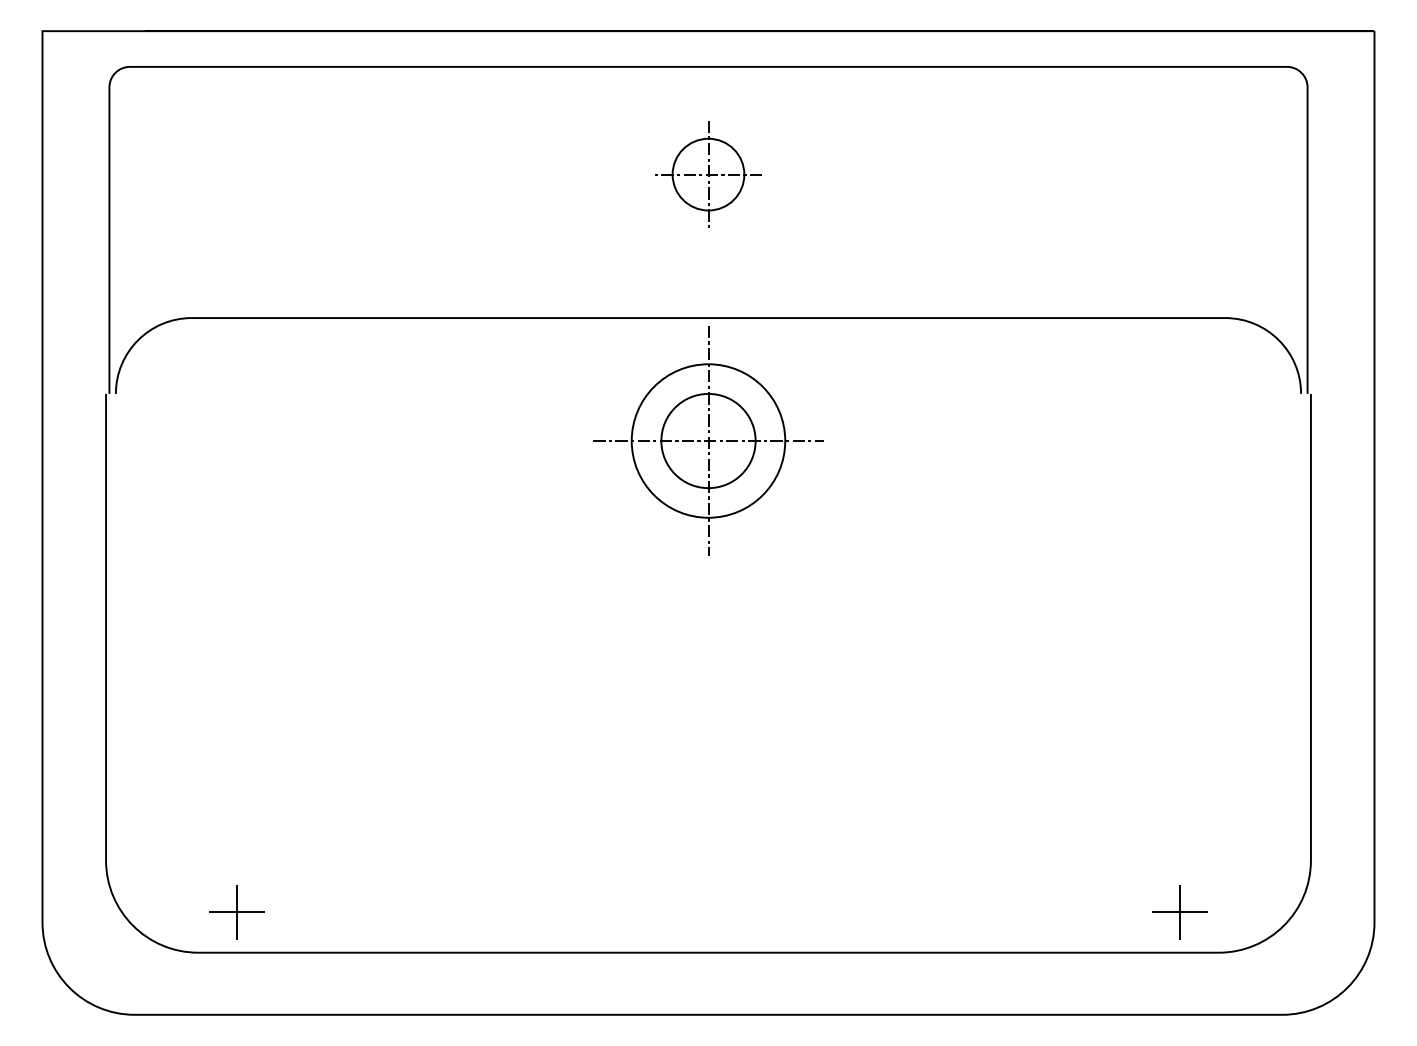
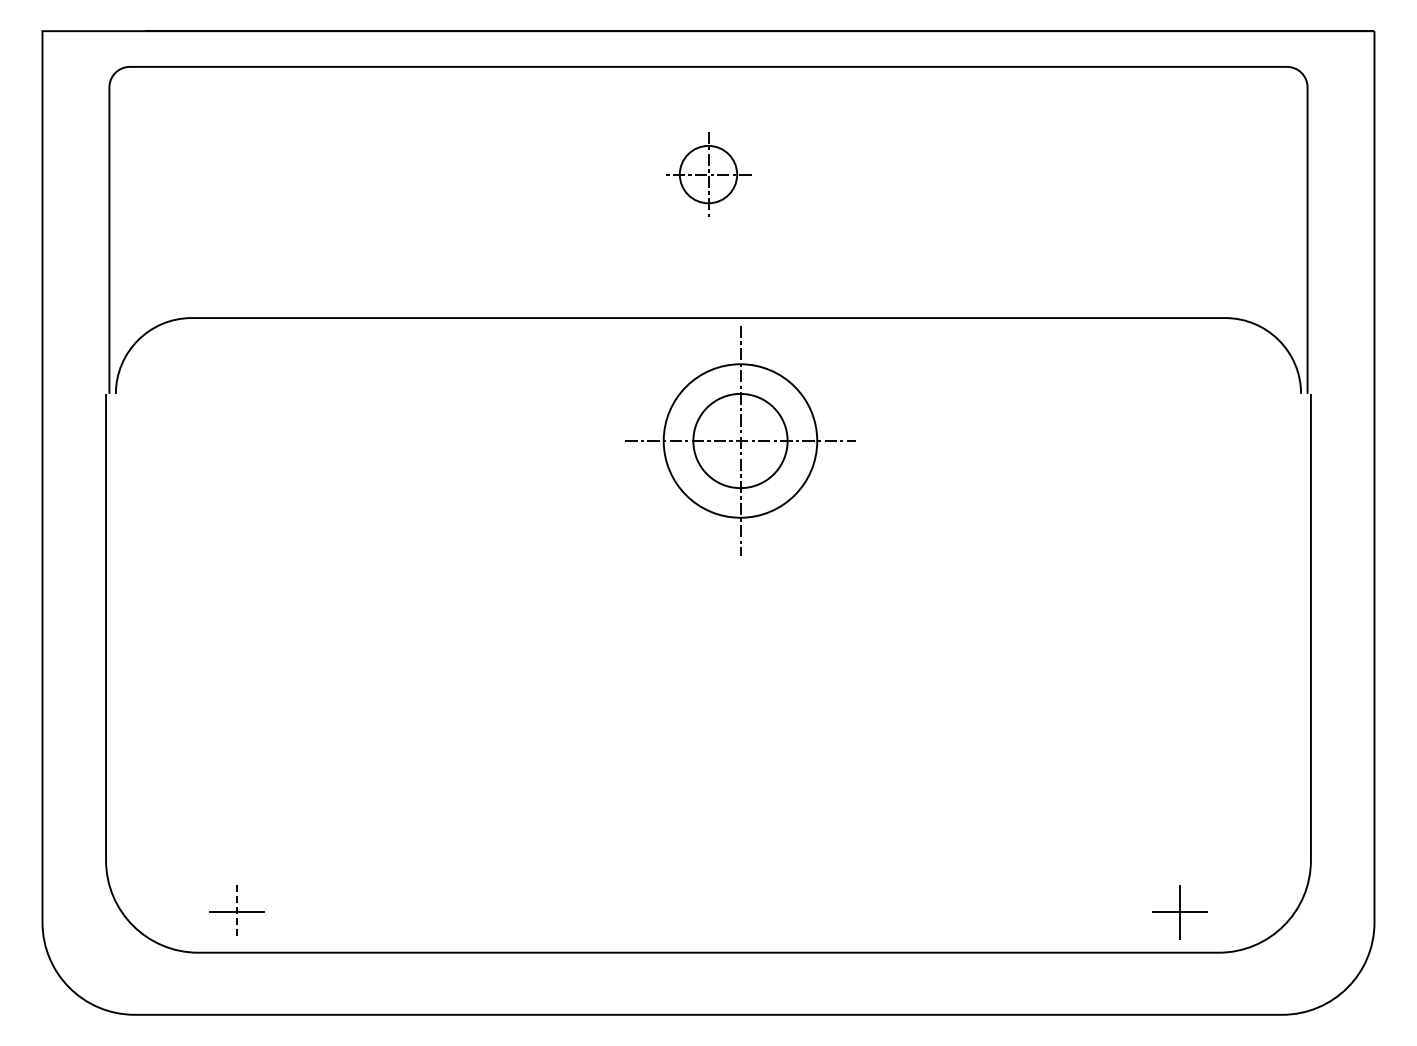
part at (708, 174) size: 107x107 px -> 86x85 px
part at (708, 440) position: (708, 440) -> (740, 440)
line at (237, 912): solid -> dashed
